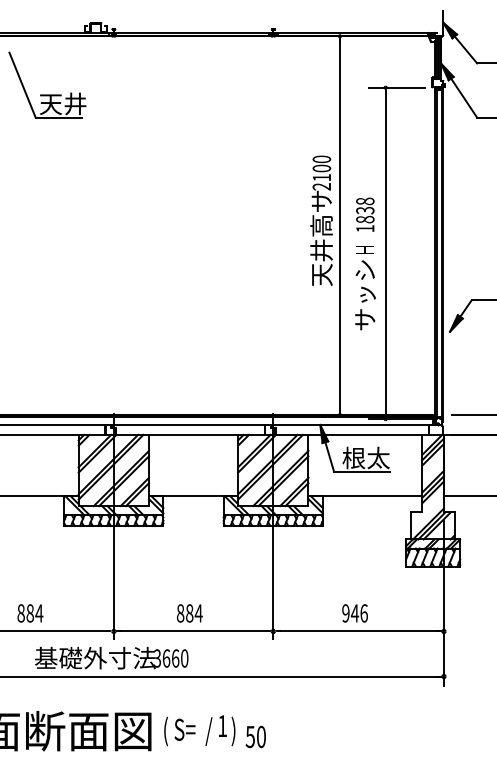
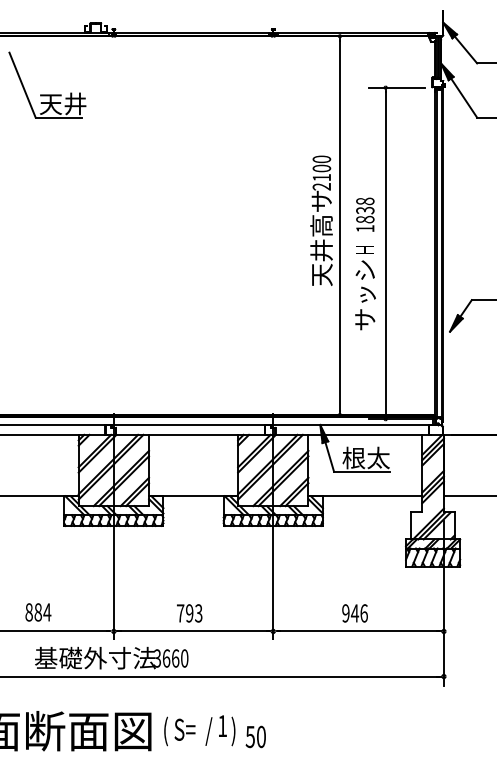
line at (472, 415): present -> none
text at (30, 613) position: (30, 613) -> (38, 612)
text at (189, 613): 884 -> 793
